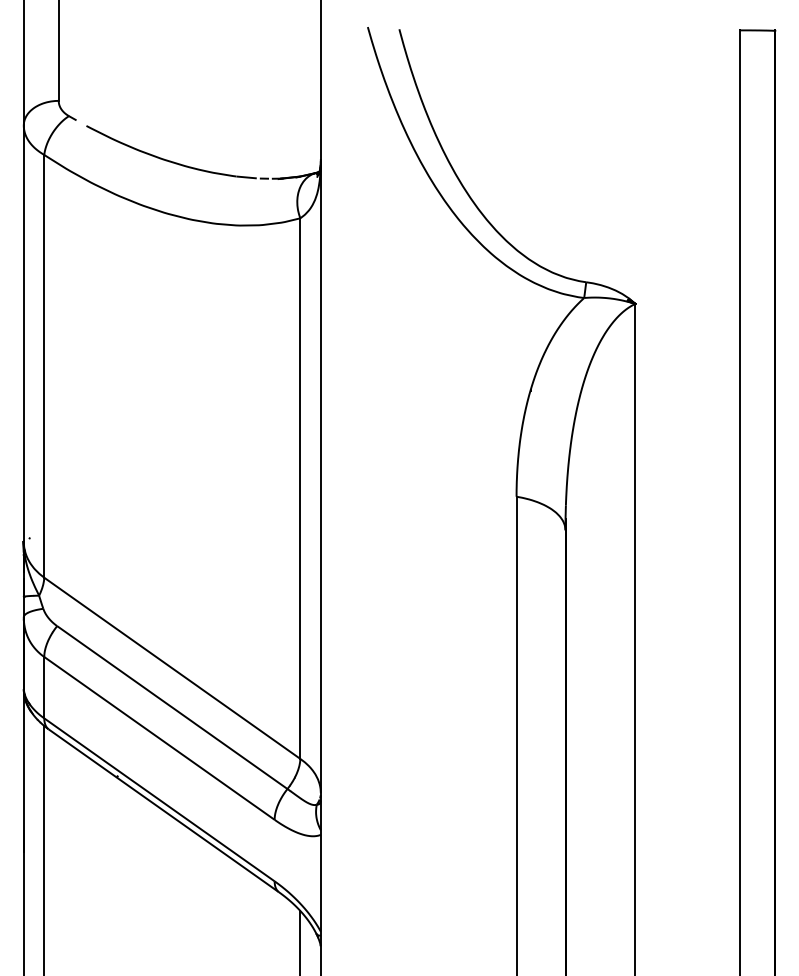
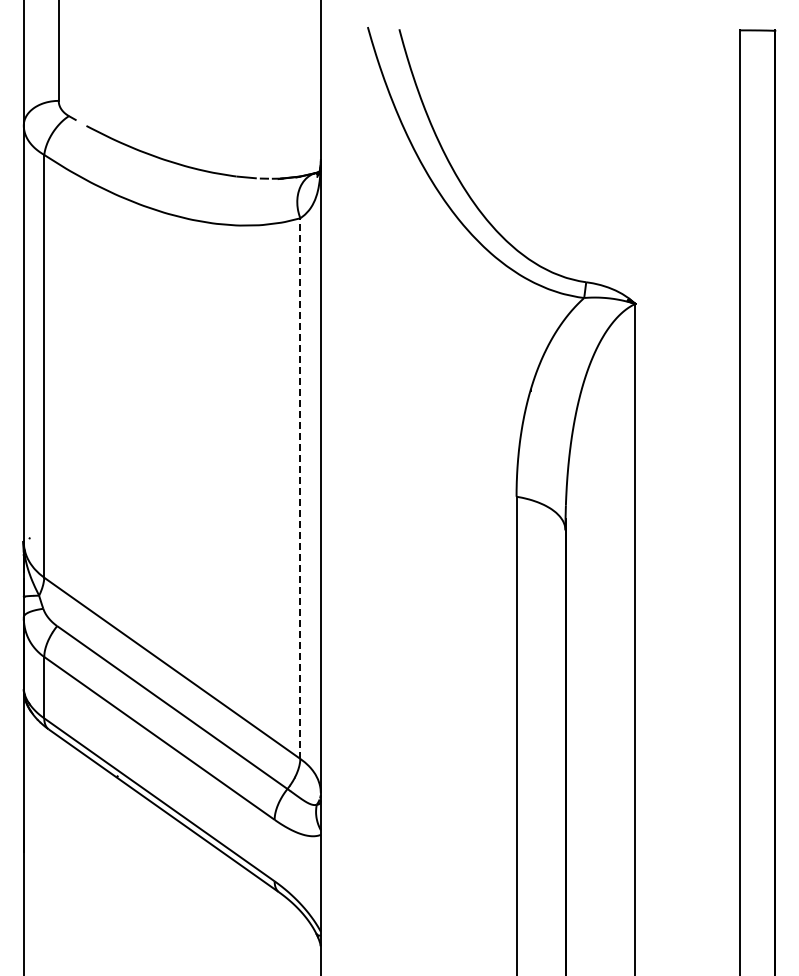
line at (300, 488): solid -> dashed
line at (44, 848): present -> none
line at (300, 941): present -> none
